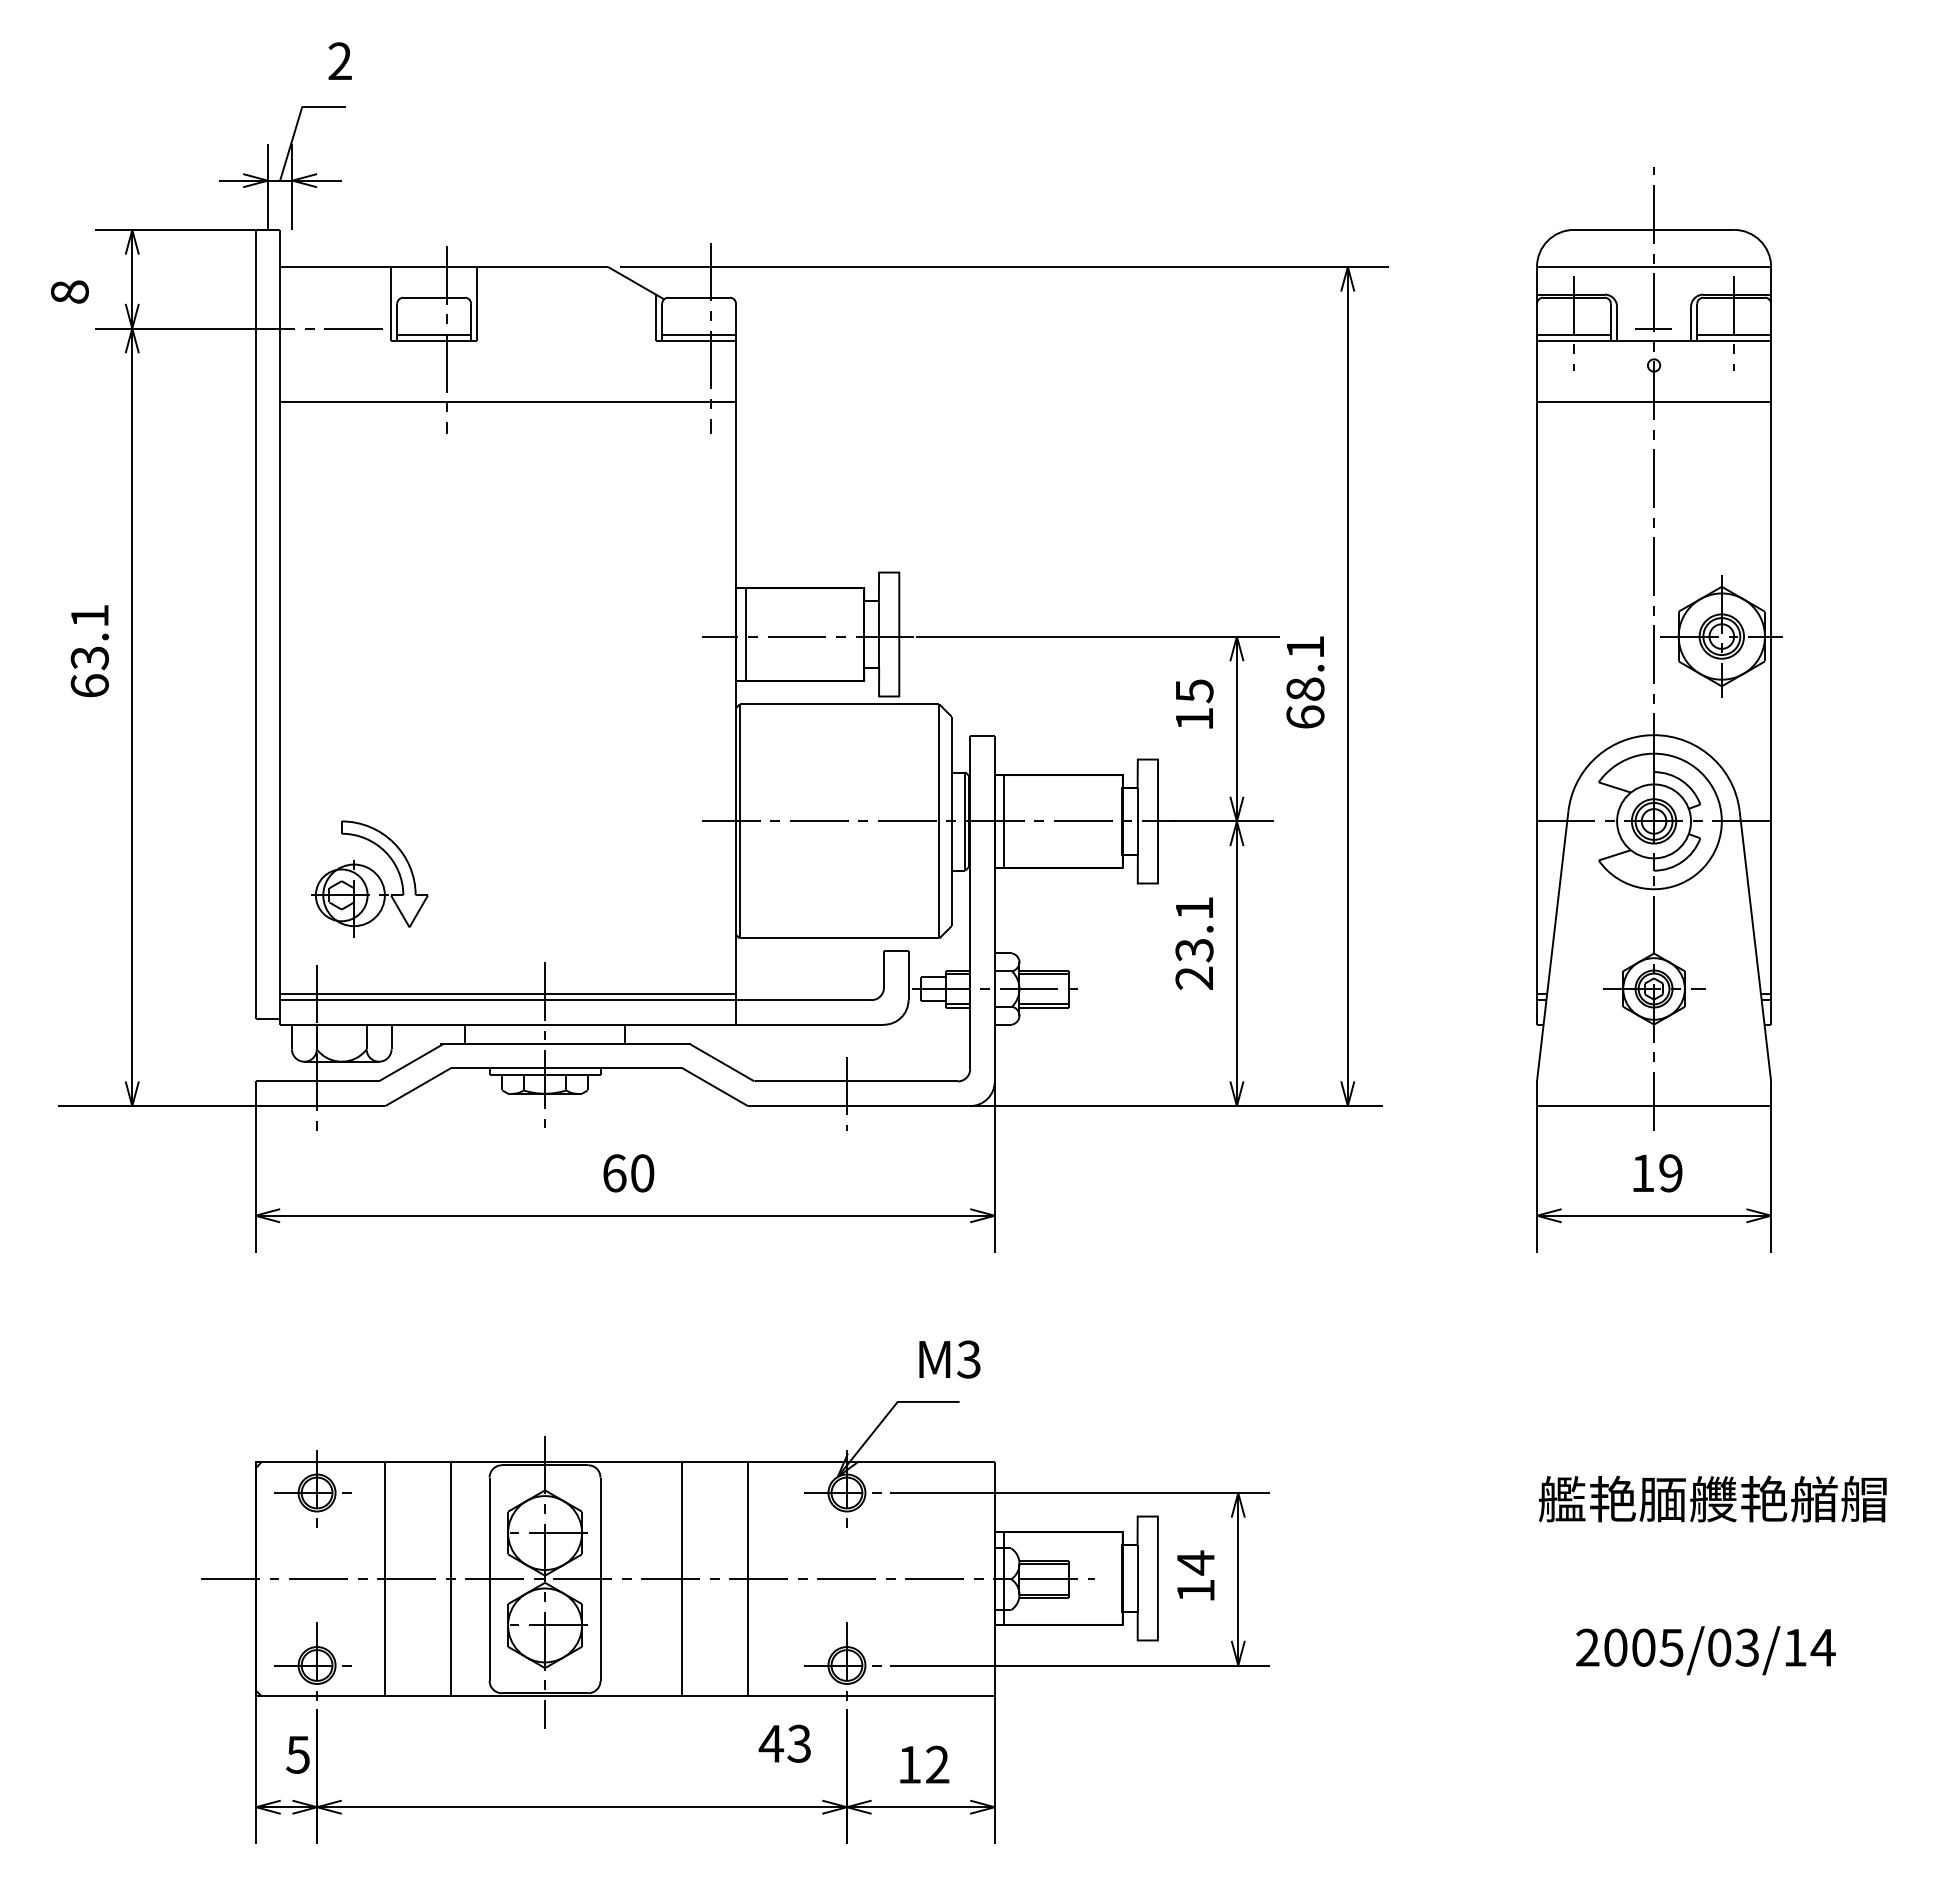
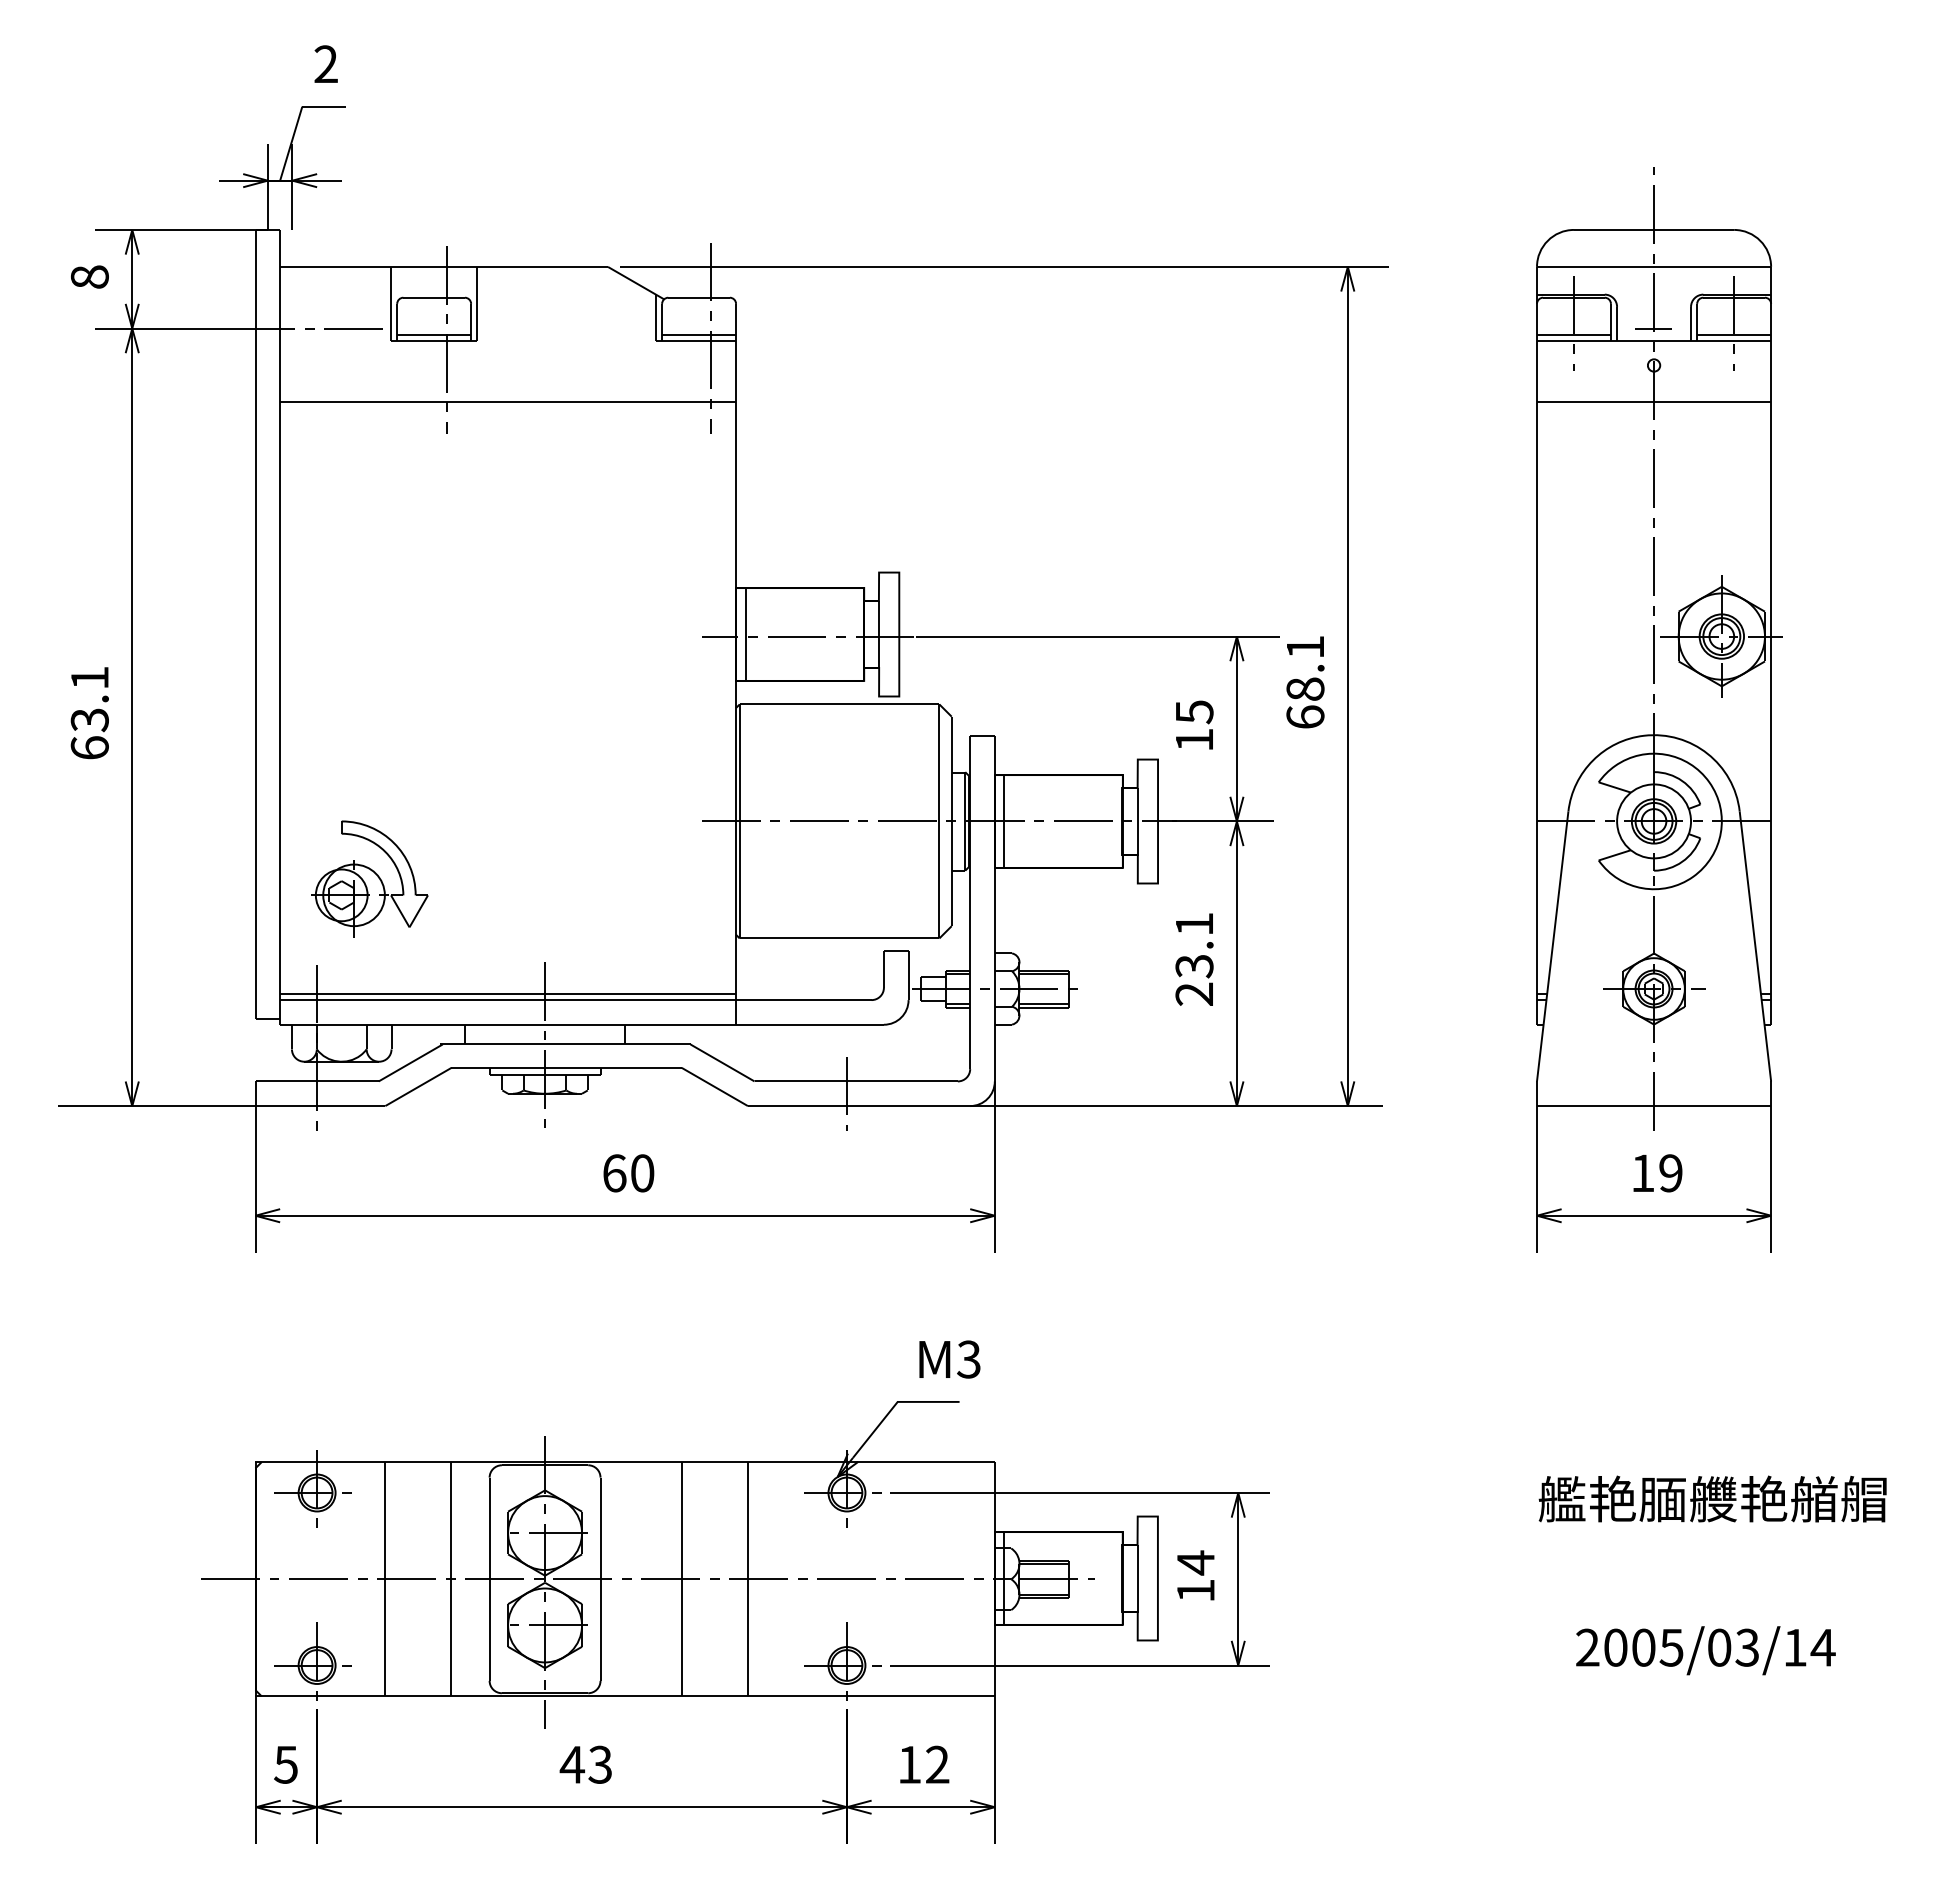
text at (339, 60) position: (339, 60) -> (325, 63)
text at (69, 291) position: (69, 291) -> (89, 276)
text at (89, 651) position: (89, 651) -> (89, 713)
text at (1194, 703) position: (1194, 703) -> (1194, 724)
text at (1194, 943) position: (1194, 943) -> (1194, 959)
text at (784, 1743) position: (784, 1743) -> (585, 1764)
text at (297, 1754) position: (297, 1754) -> (285, 1764)
